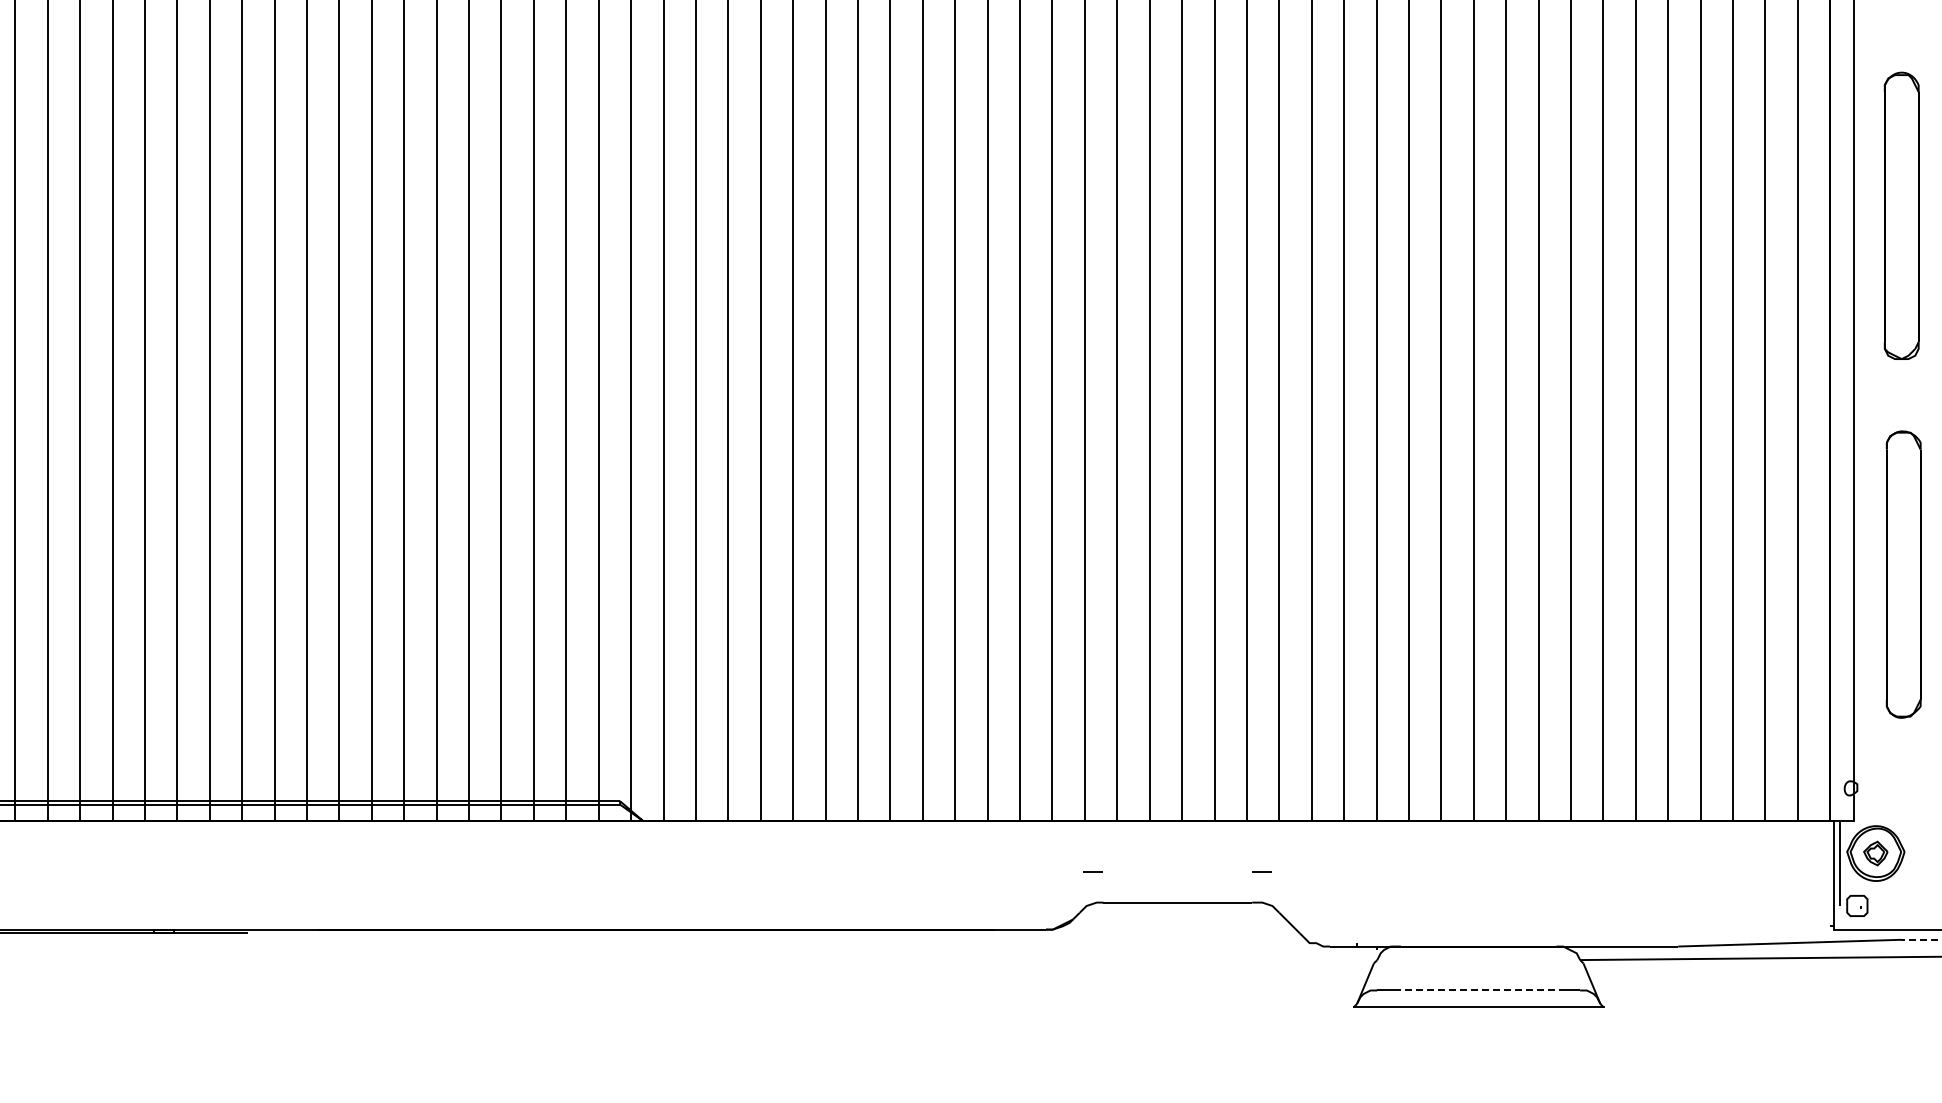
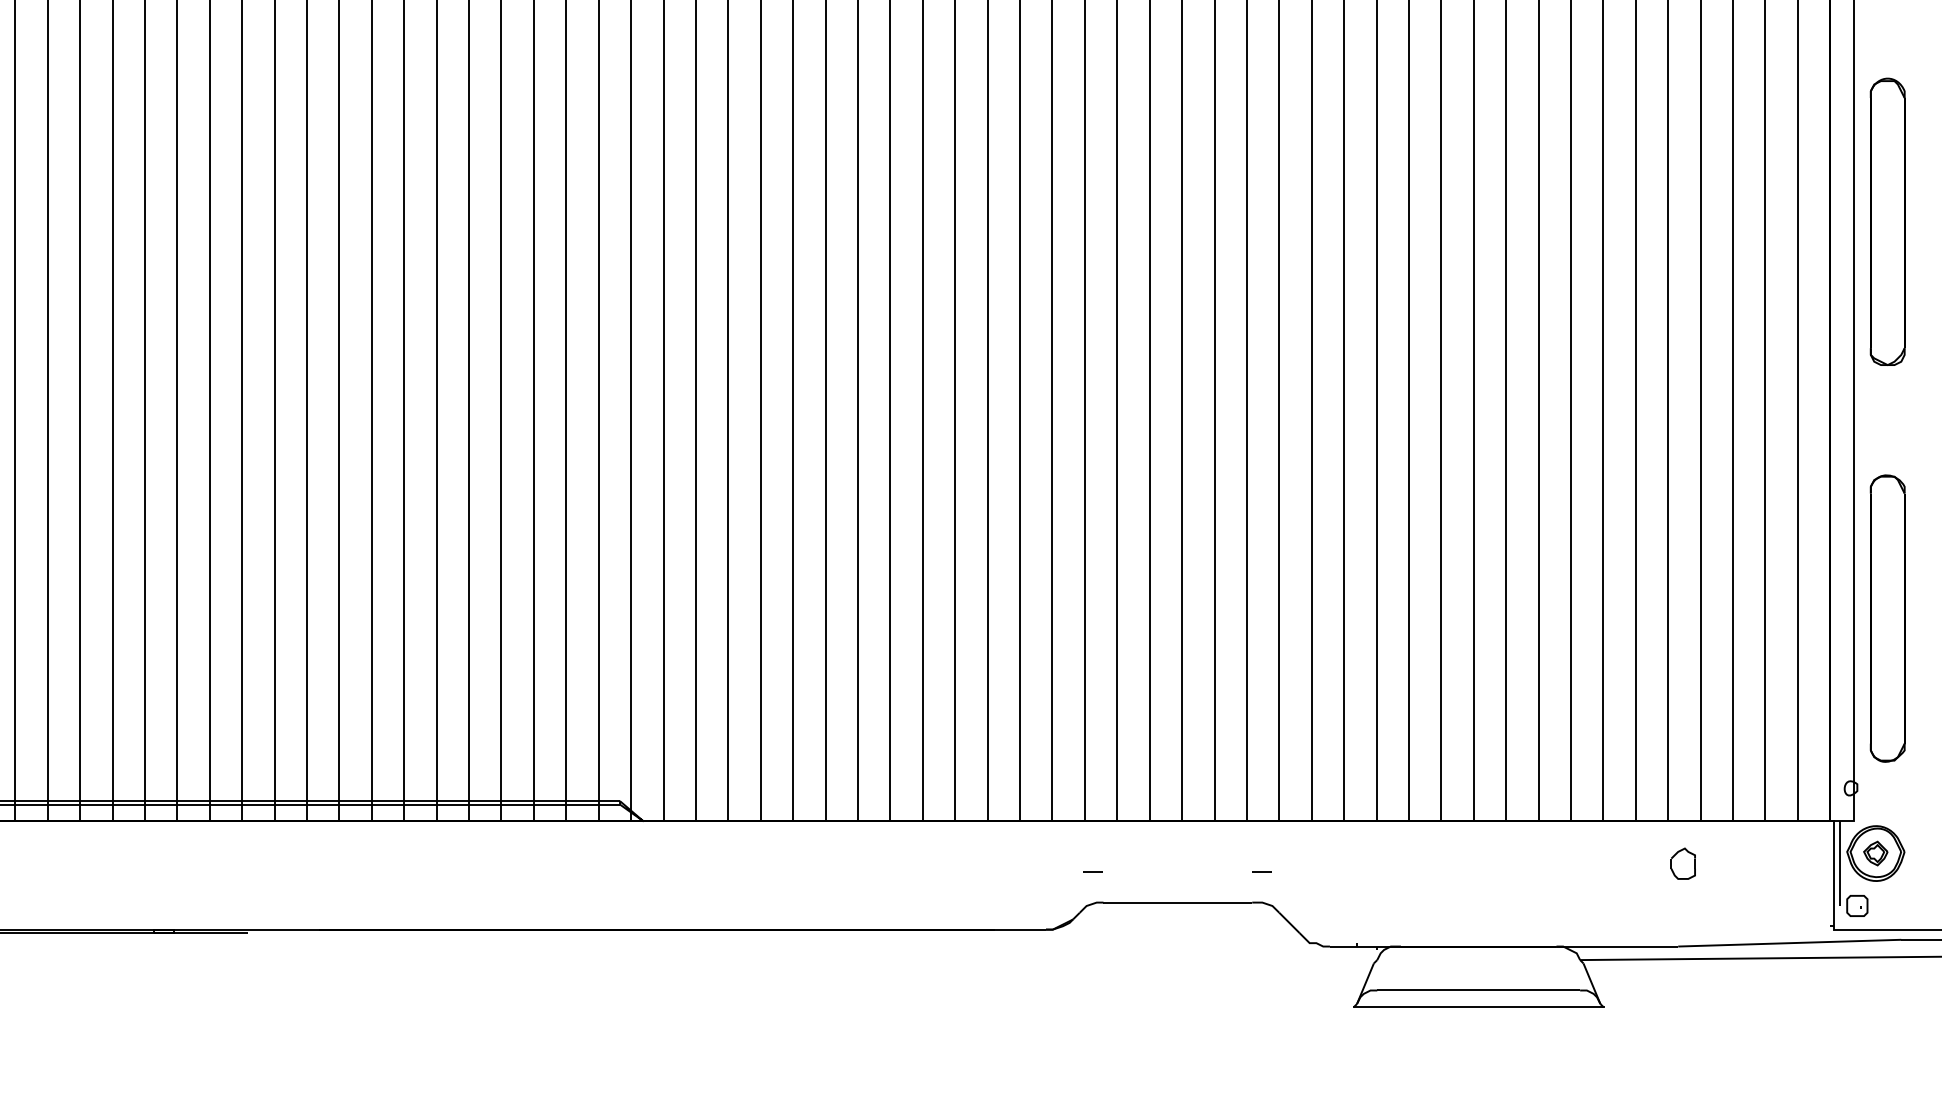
part at (1901, 215) position: (1901, 215) -> (1887, 221)
part at (1903, 574) position: (1903, 574) -> (1887, 618)
part at (1682, 863): none -> present
line at (1922, 939): dashed -> solid
line at (1477, 990): dashed -> solid
